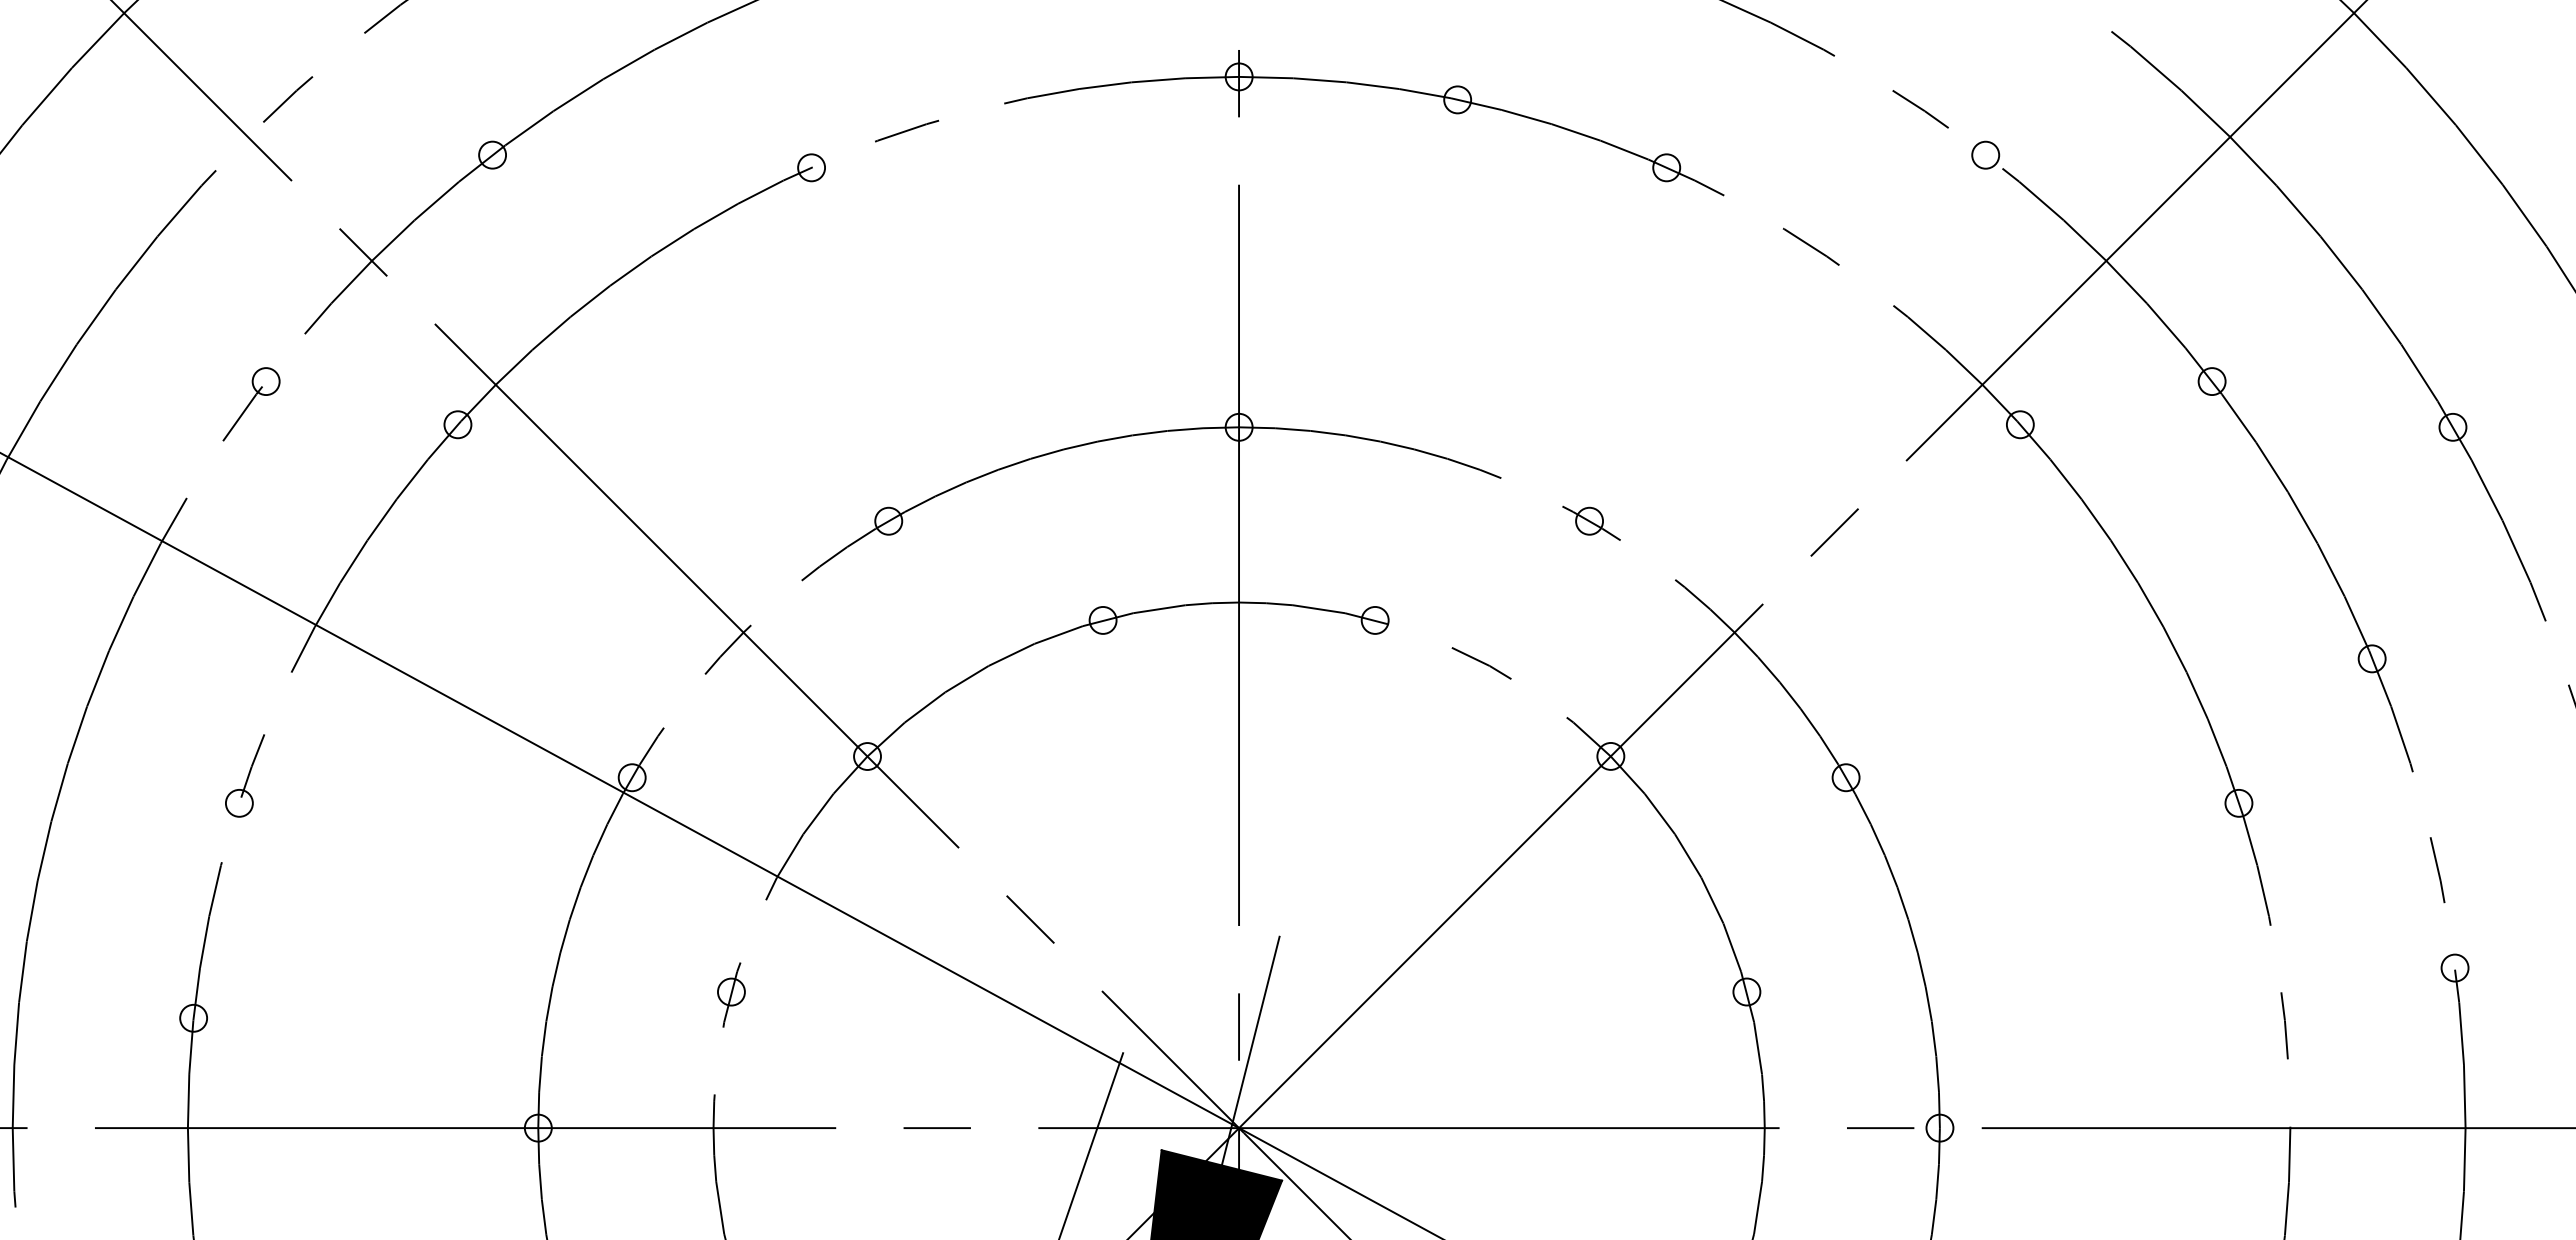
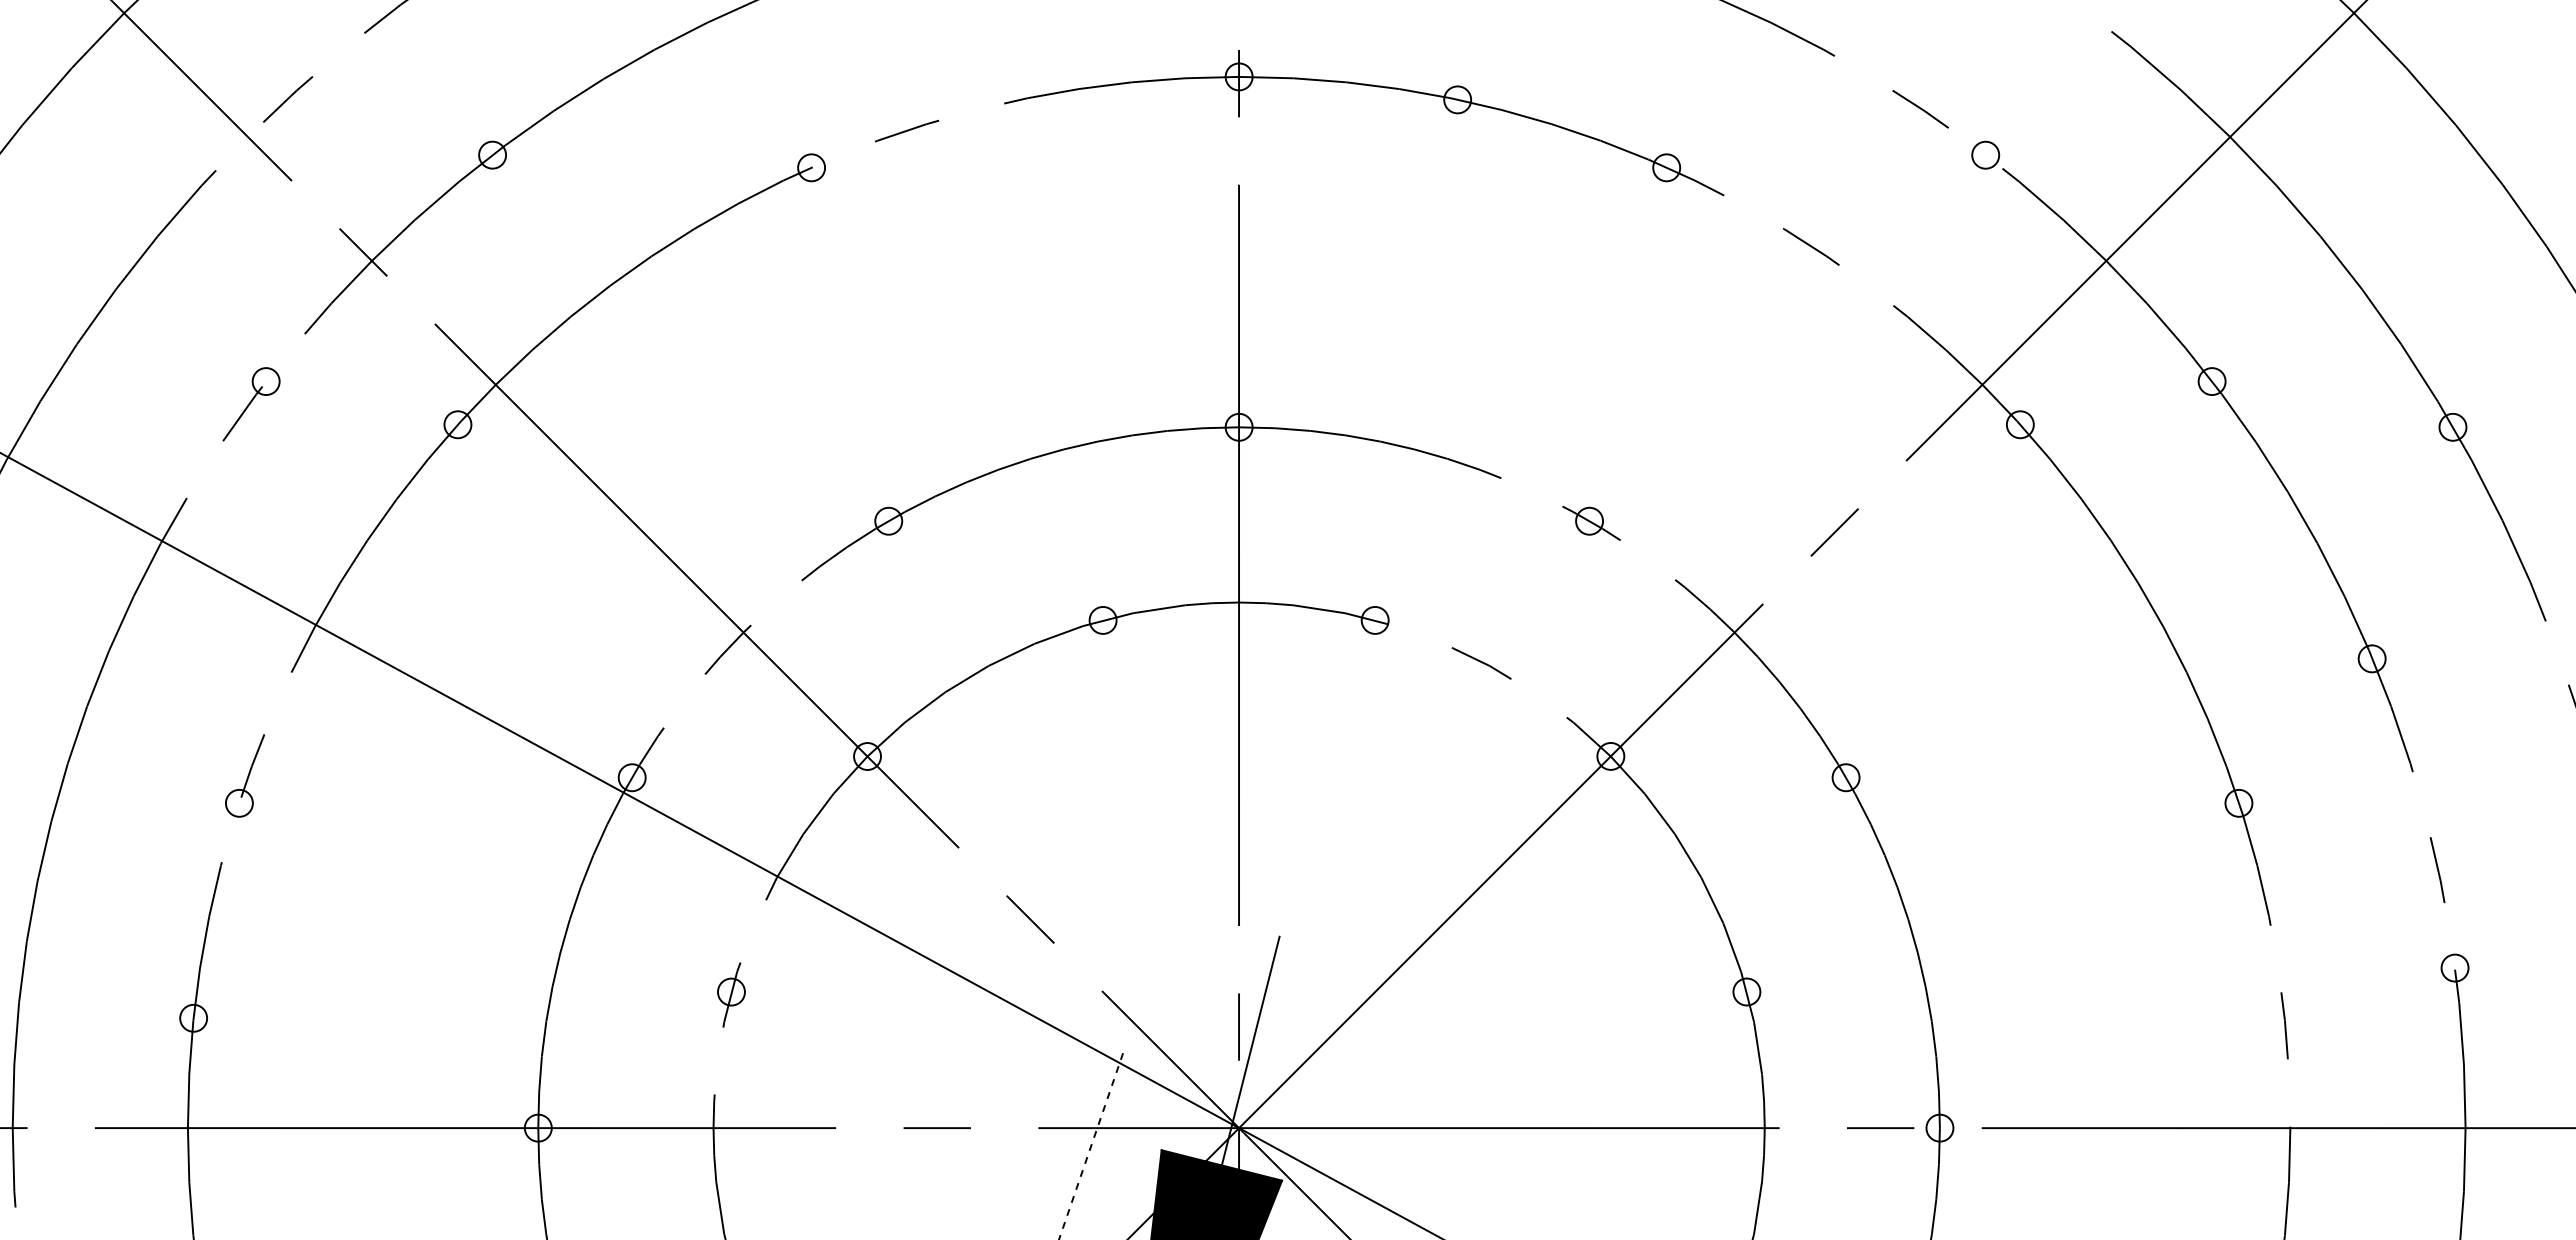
line at (1091, 1146): solid -> dashed
